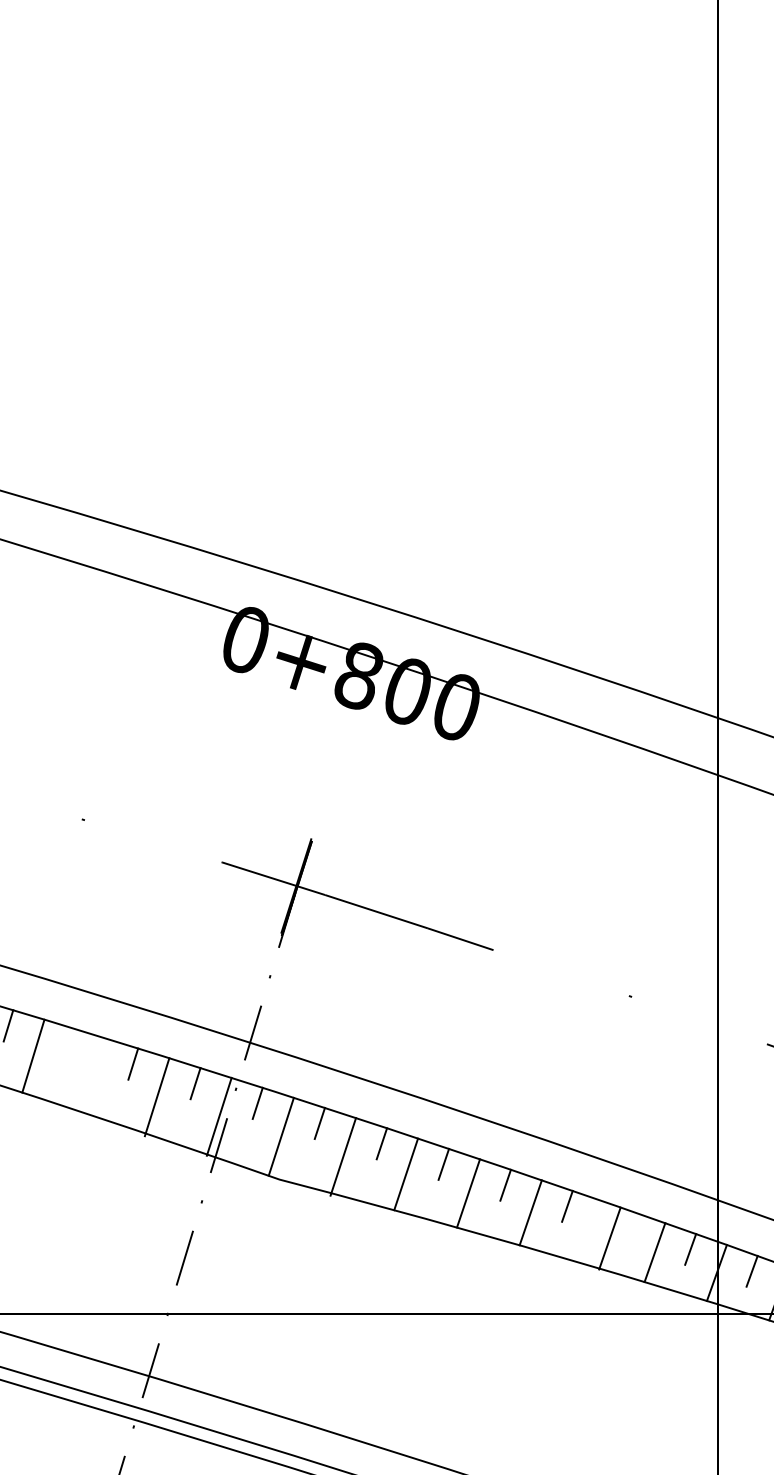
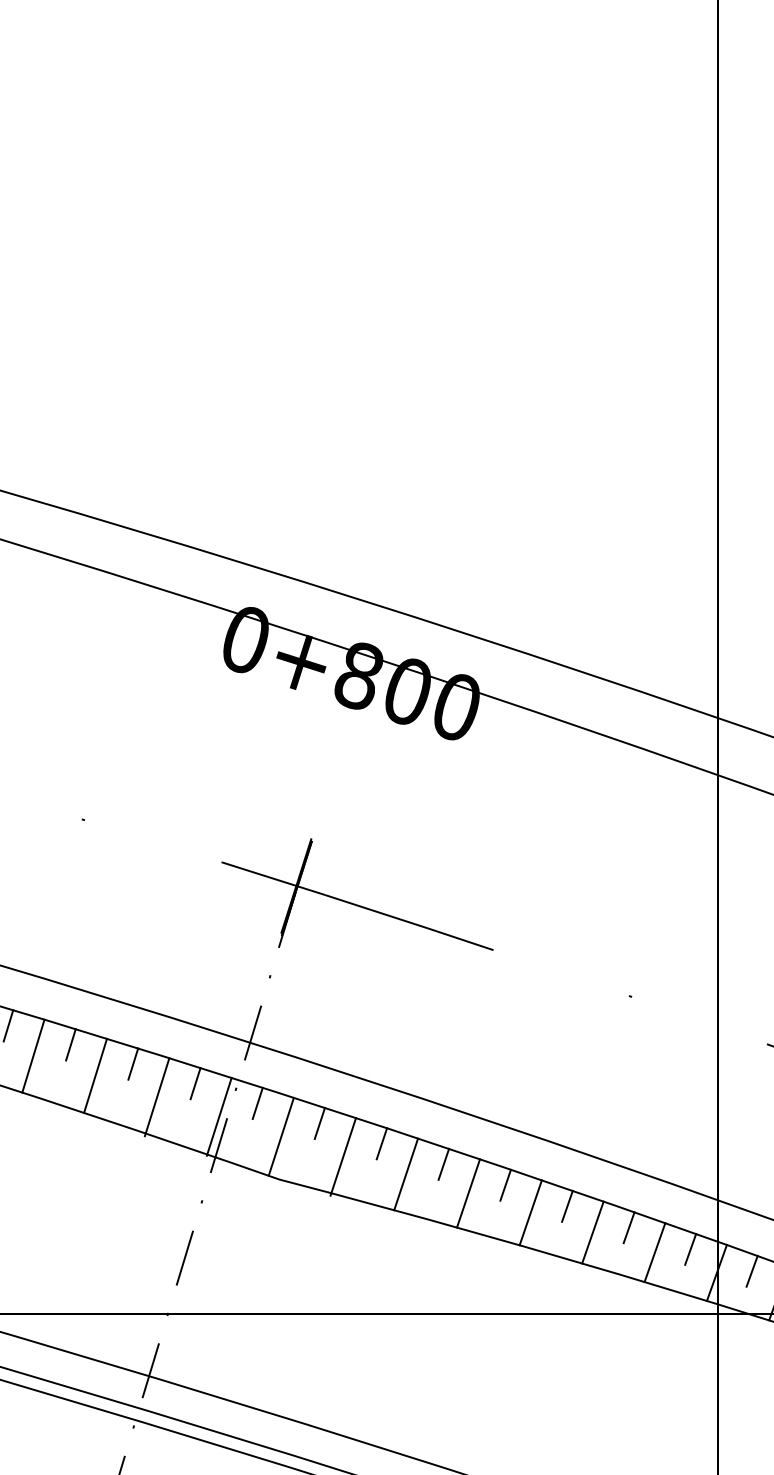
line at (70, 1044): none -> present
line at (95, 1075): none -> present
line at (628, 1227): none -> present
line at (609, 1238) position: (609, 1238) -> (592, 1232)
